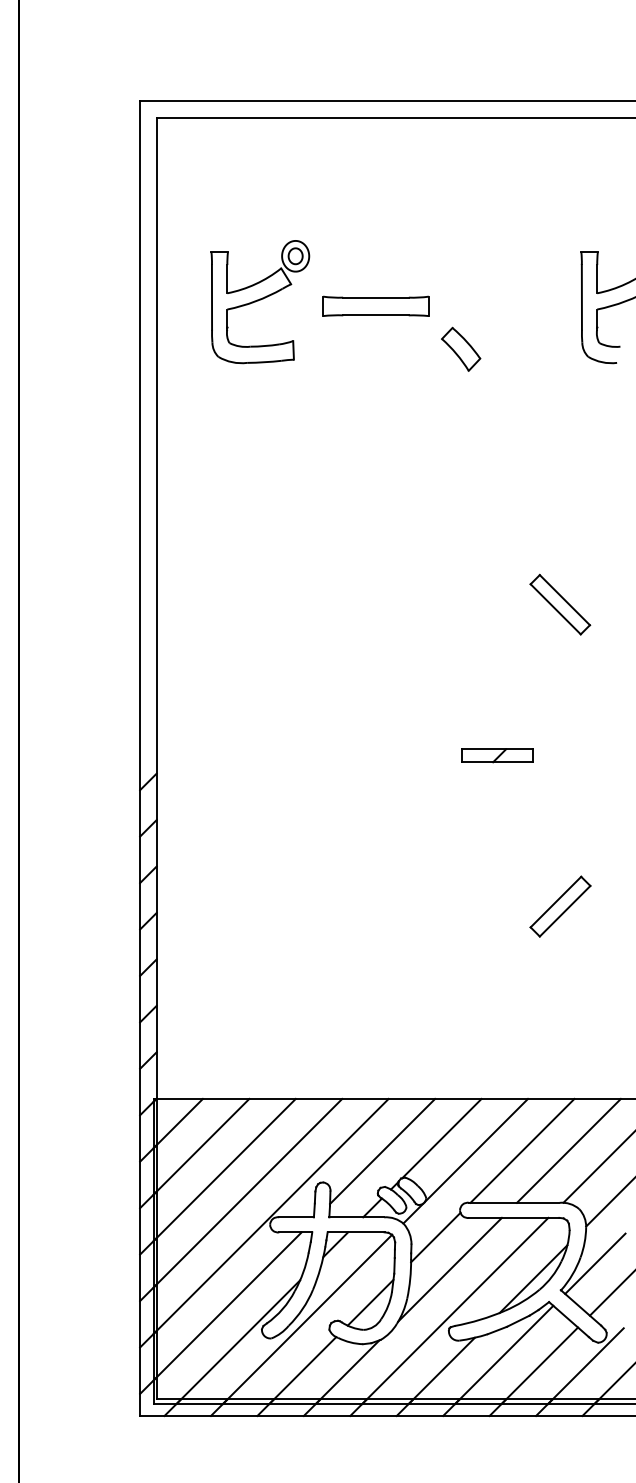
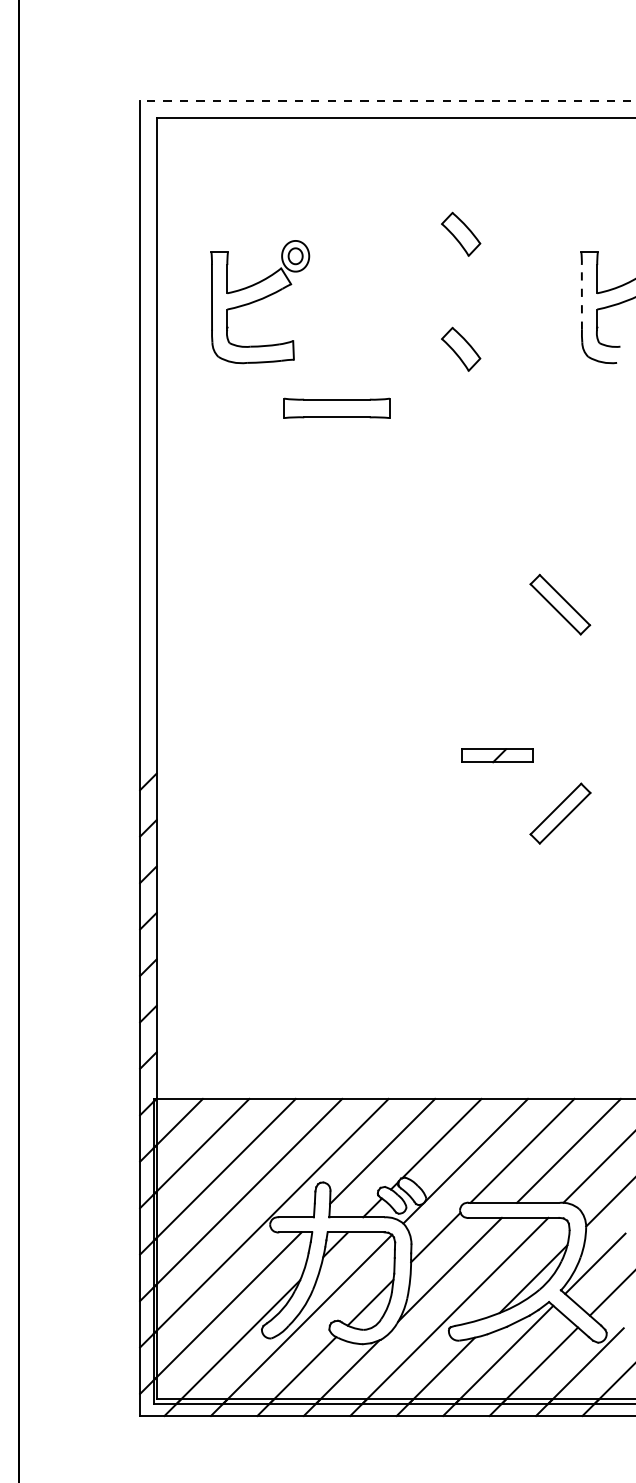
line at (388, 101): solid -> dashed
part at (461, 233): none -> present
line at (581, 296): solid -> dashed
part at (375, 305) position: (375, 305) -> (336, 407)
part at (560, 906) position: (560, 906) -> (560, 813)
